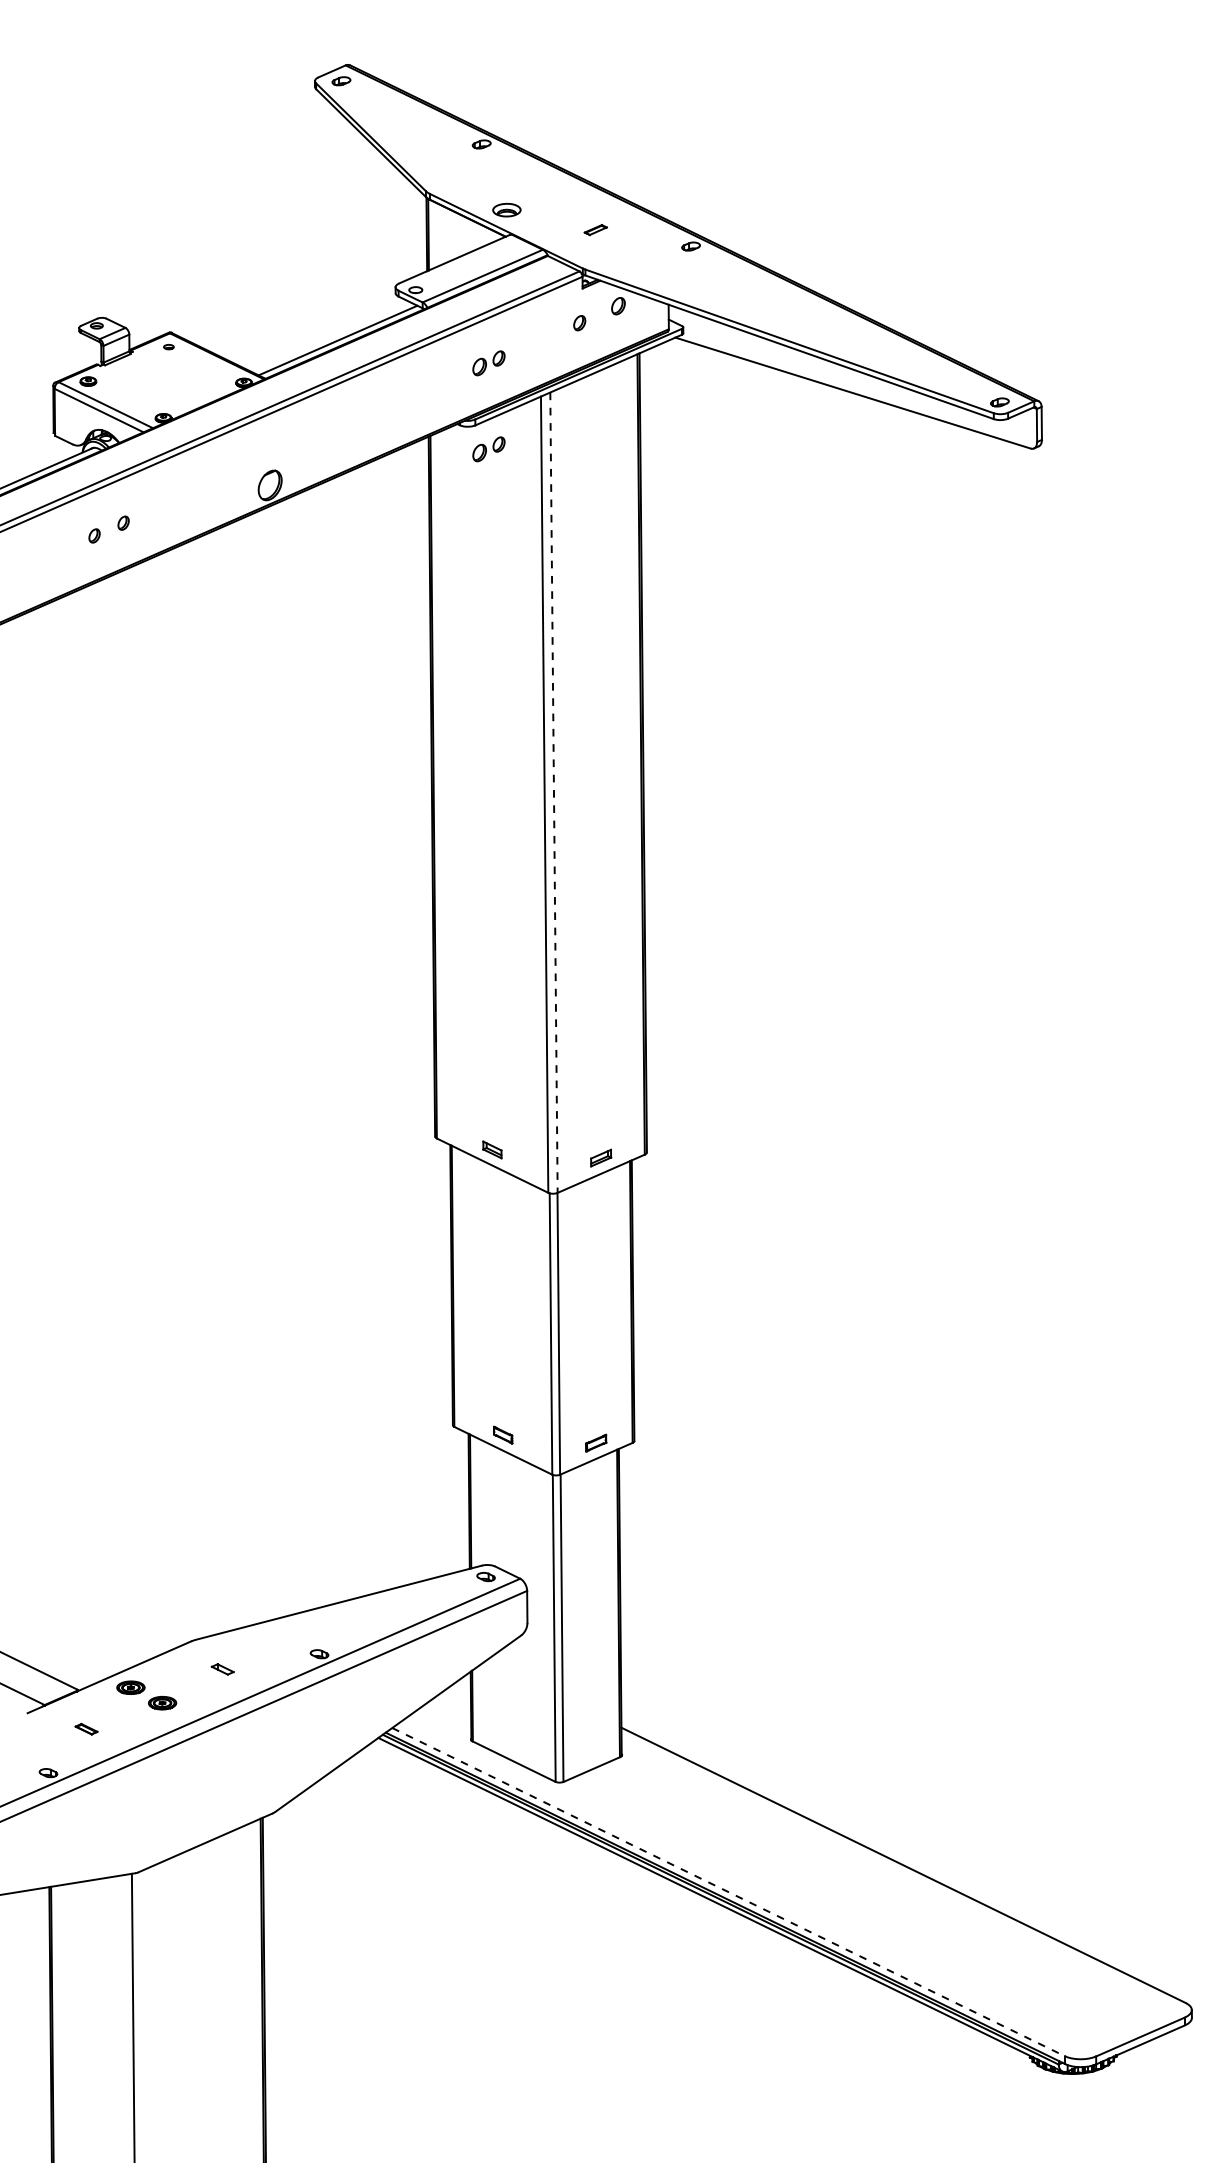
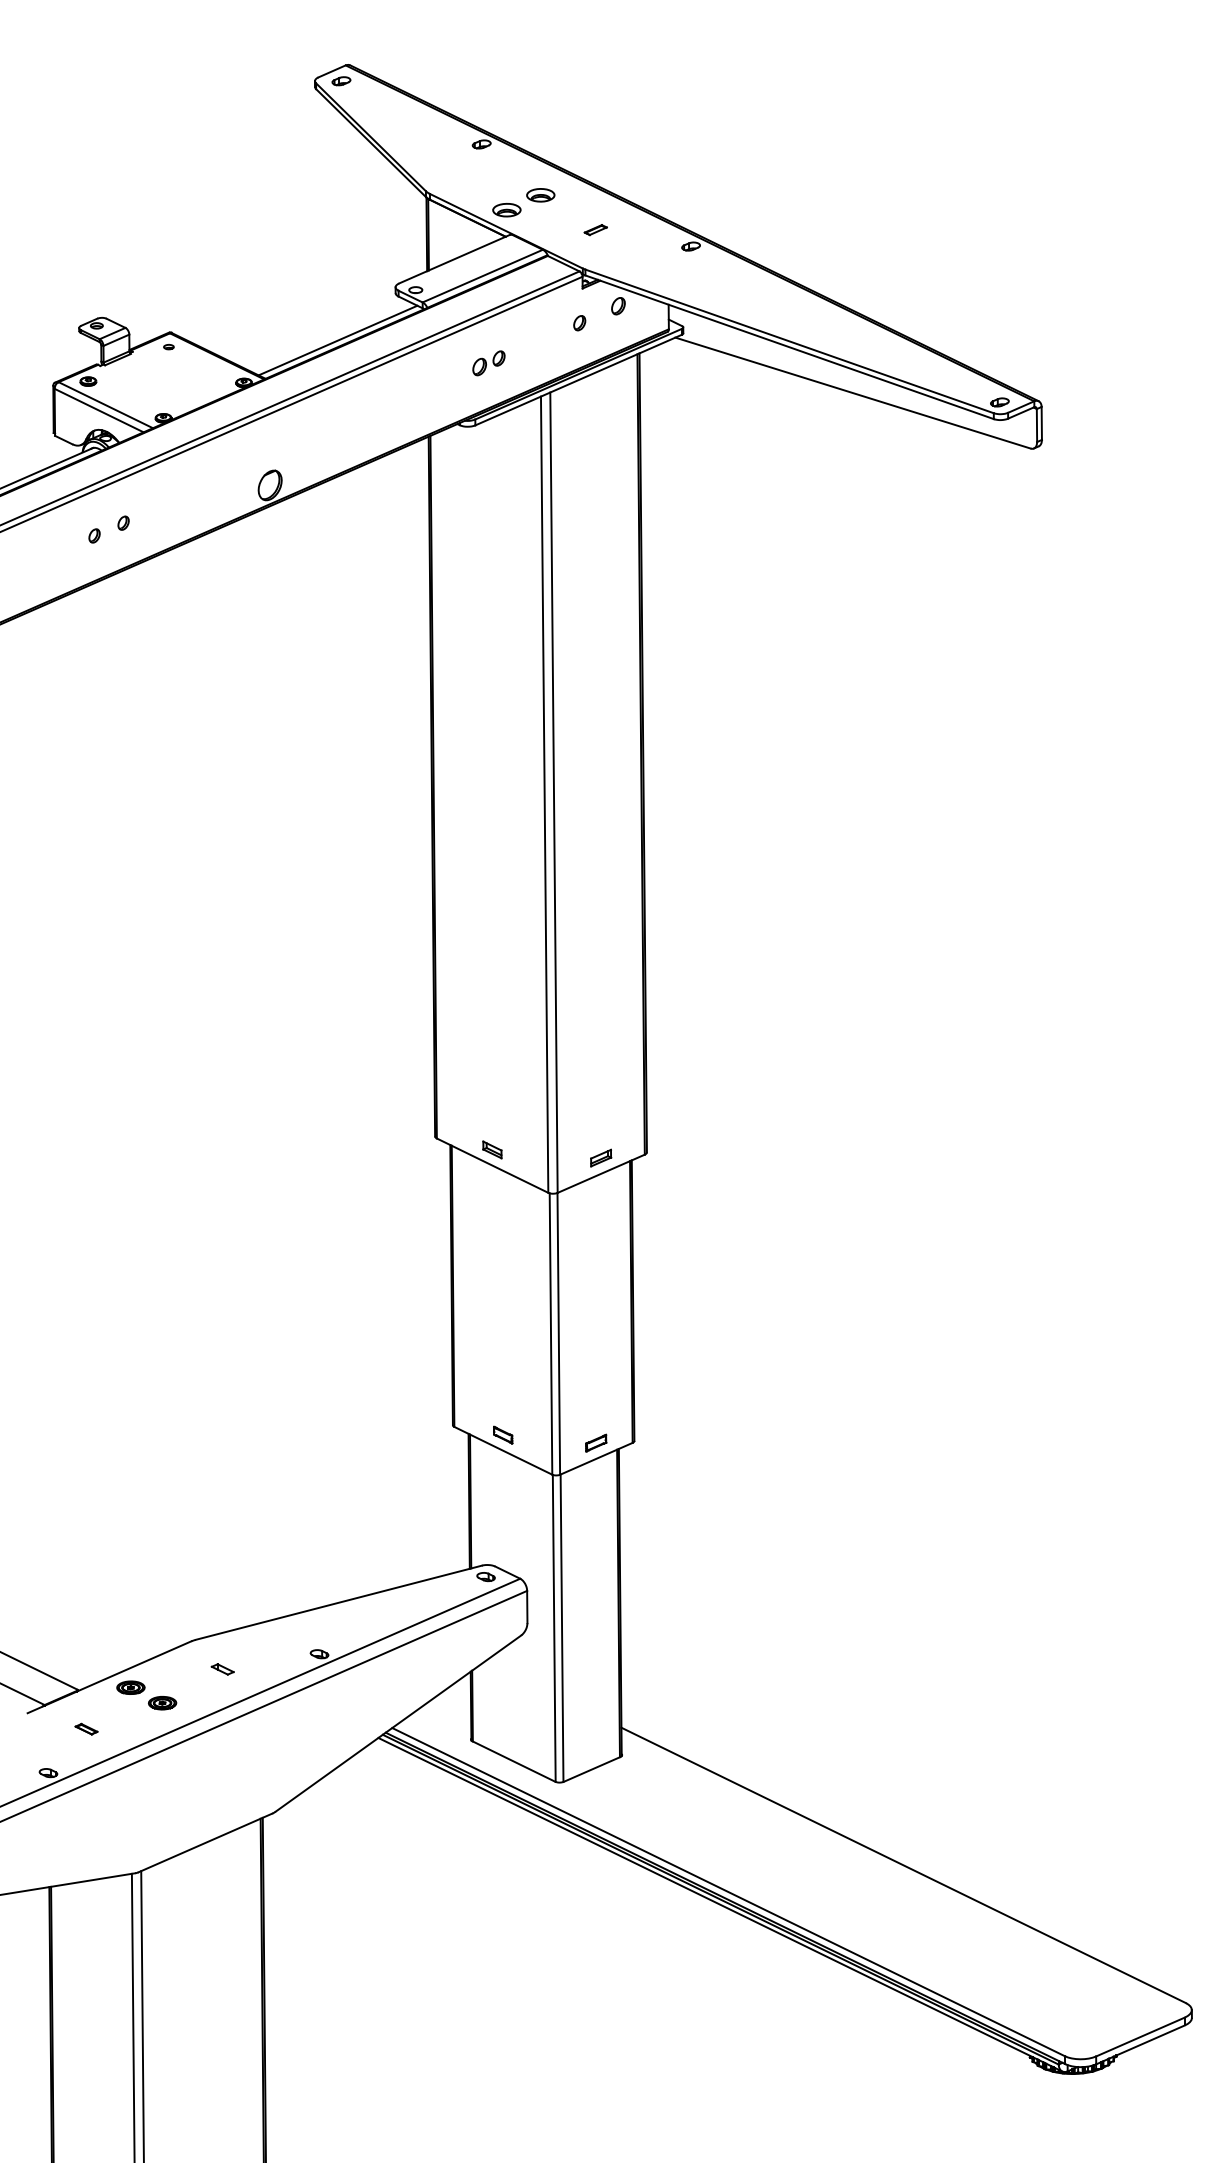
part at (540, 195): none -> present
part at (488, 449): present -> none
line at (553, 793): dashed -> solid
line at (729, 1892): dashed -> solid
line at (142, 2015): none -> present
